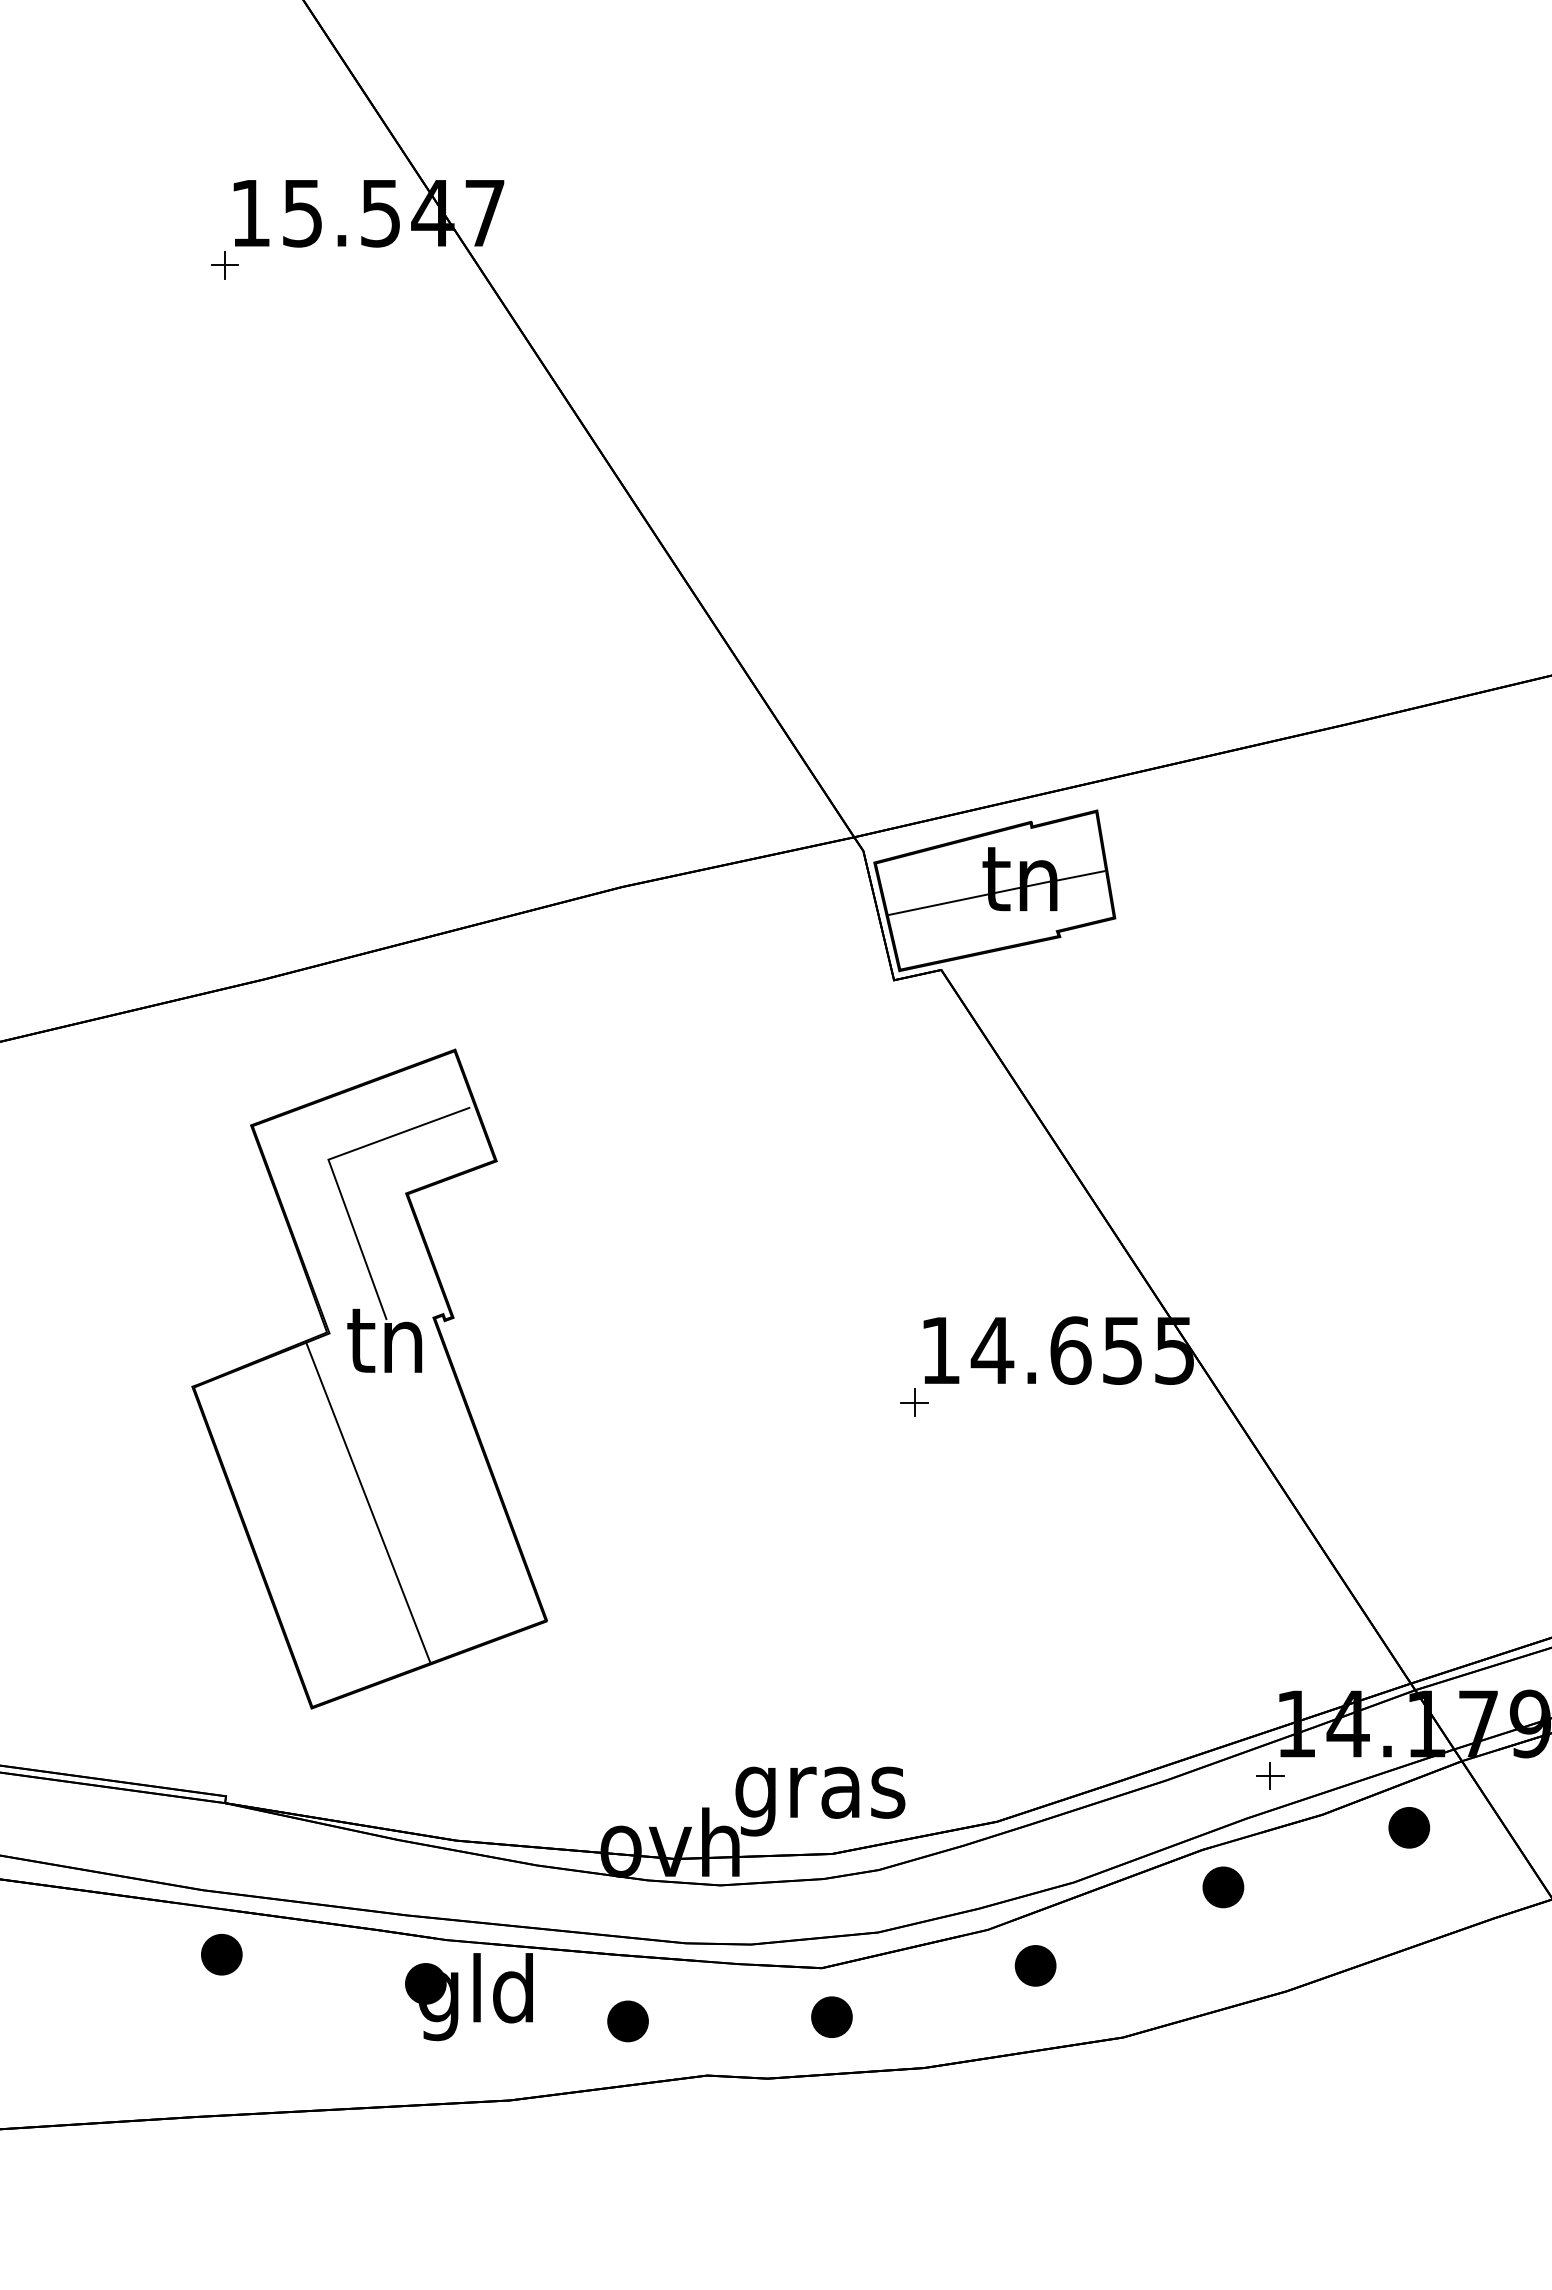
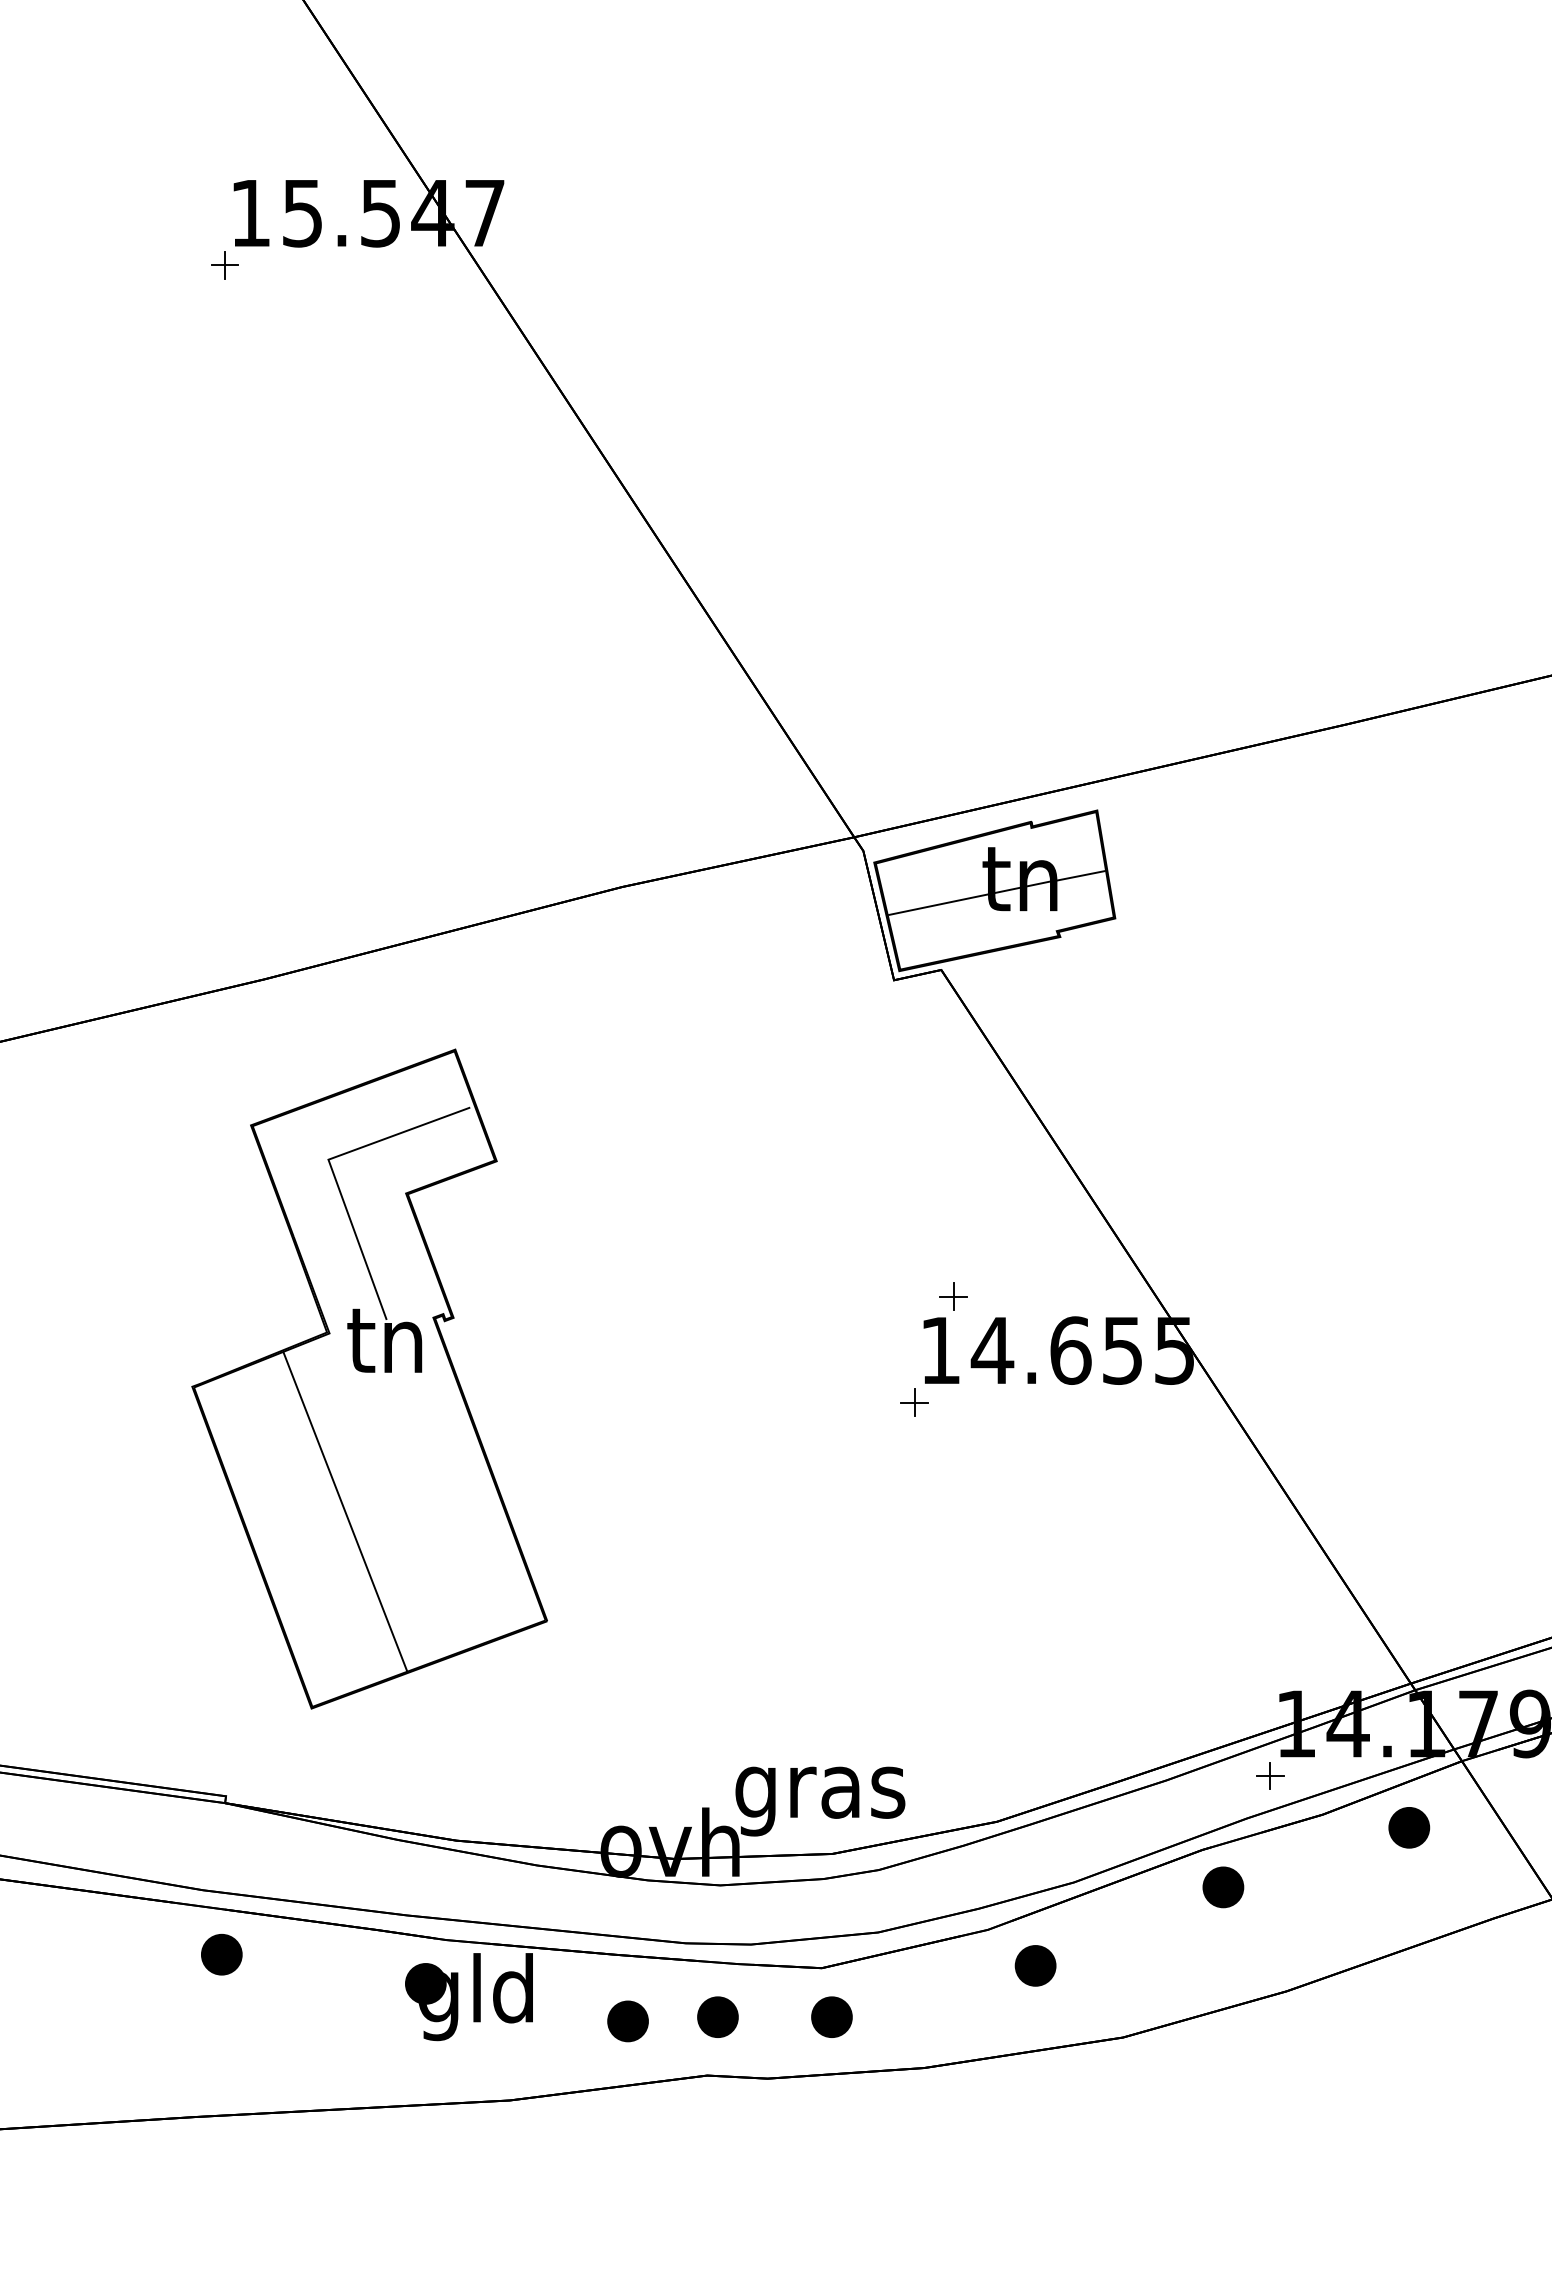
part at (953, 1296): none -> present
line at (368, 1502) position: (368, 1502) -> (345, 1511)
part at (717, 2016): none -> present
